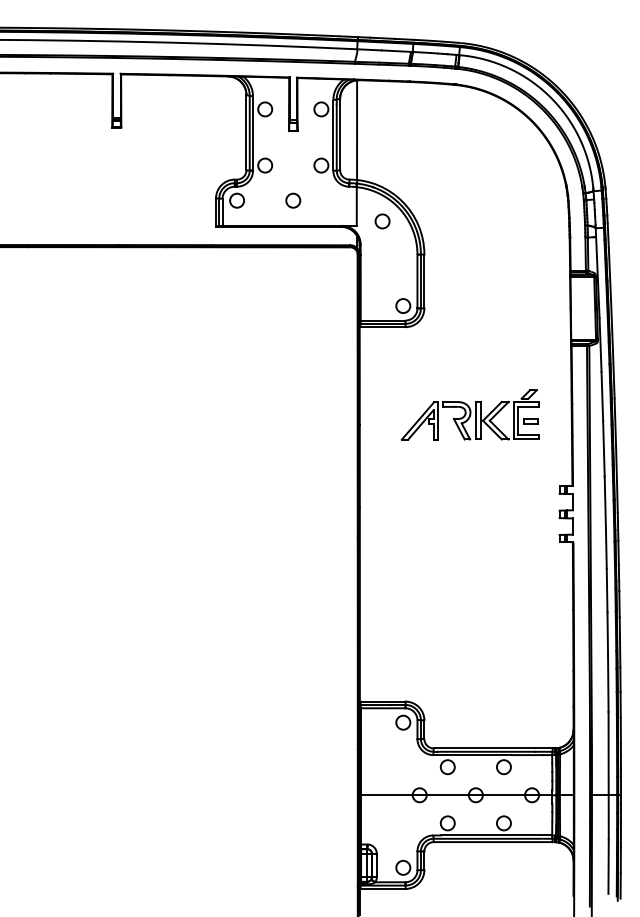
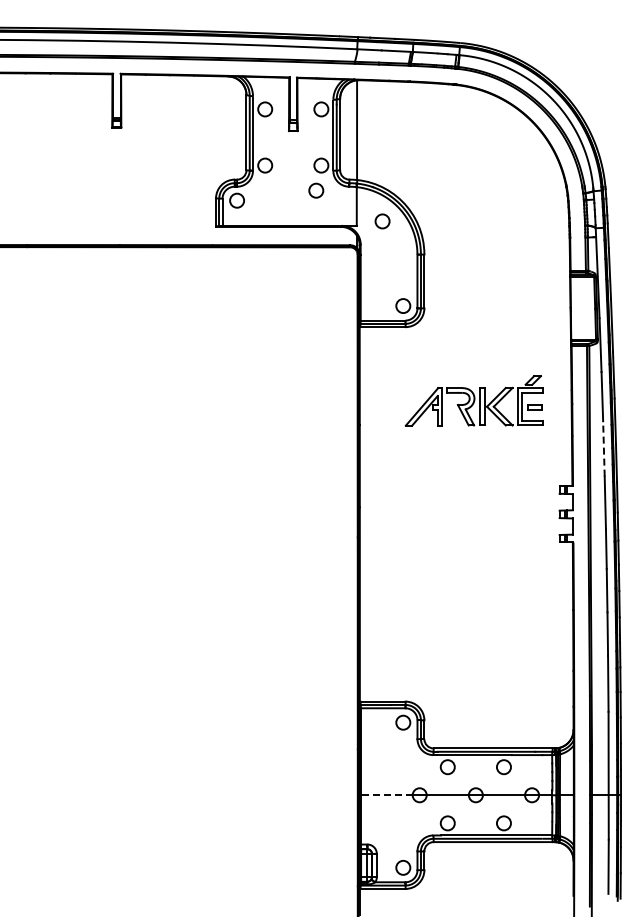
circle at (293, 200) position: (293, 200) -> (316, 190)
part at (469, 414) position: (469, 414) -> (473, 400)
line at (603, 448): solid -> dashed
line at (386, 795): solid -> dashed
